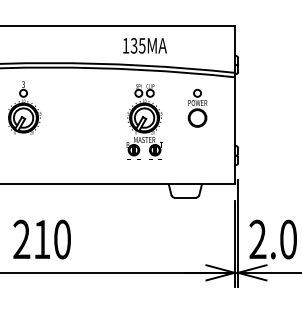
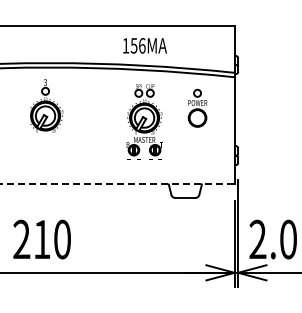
text at (138, 45): 135MA -> 156MA
part at (24, 107) position: (24, 107) -> (46, 105)
line at (117, 184): solid -> dashed
